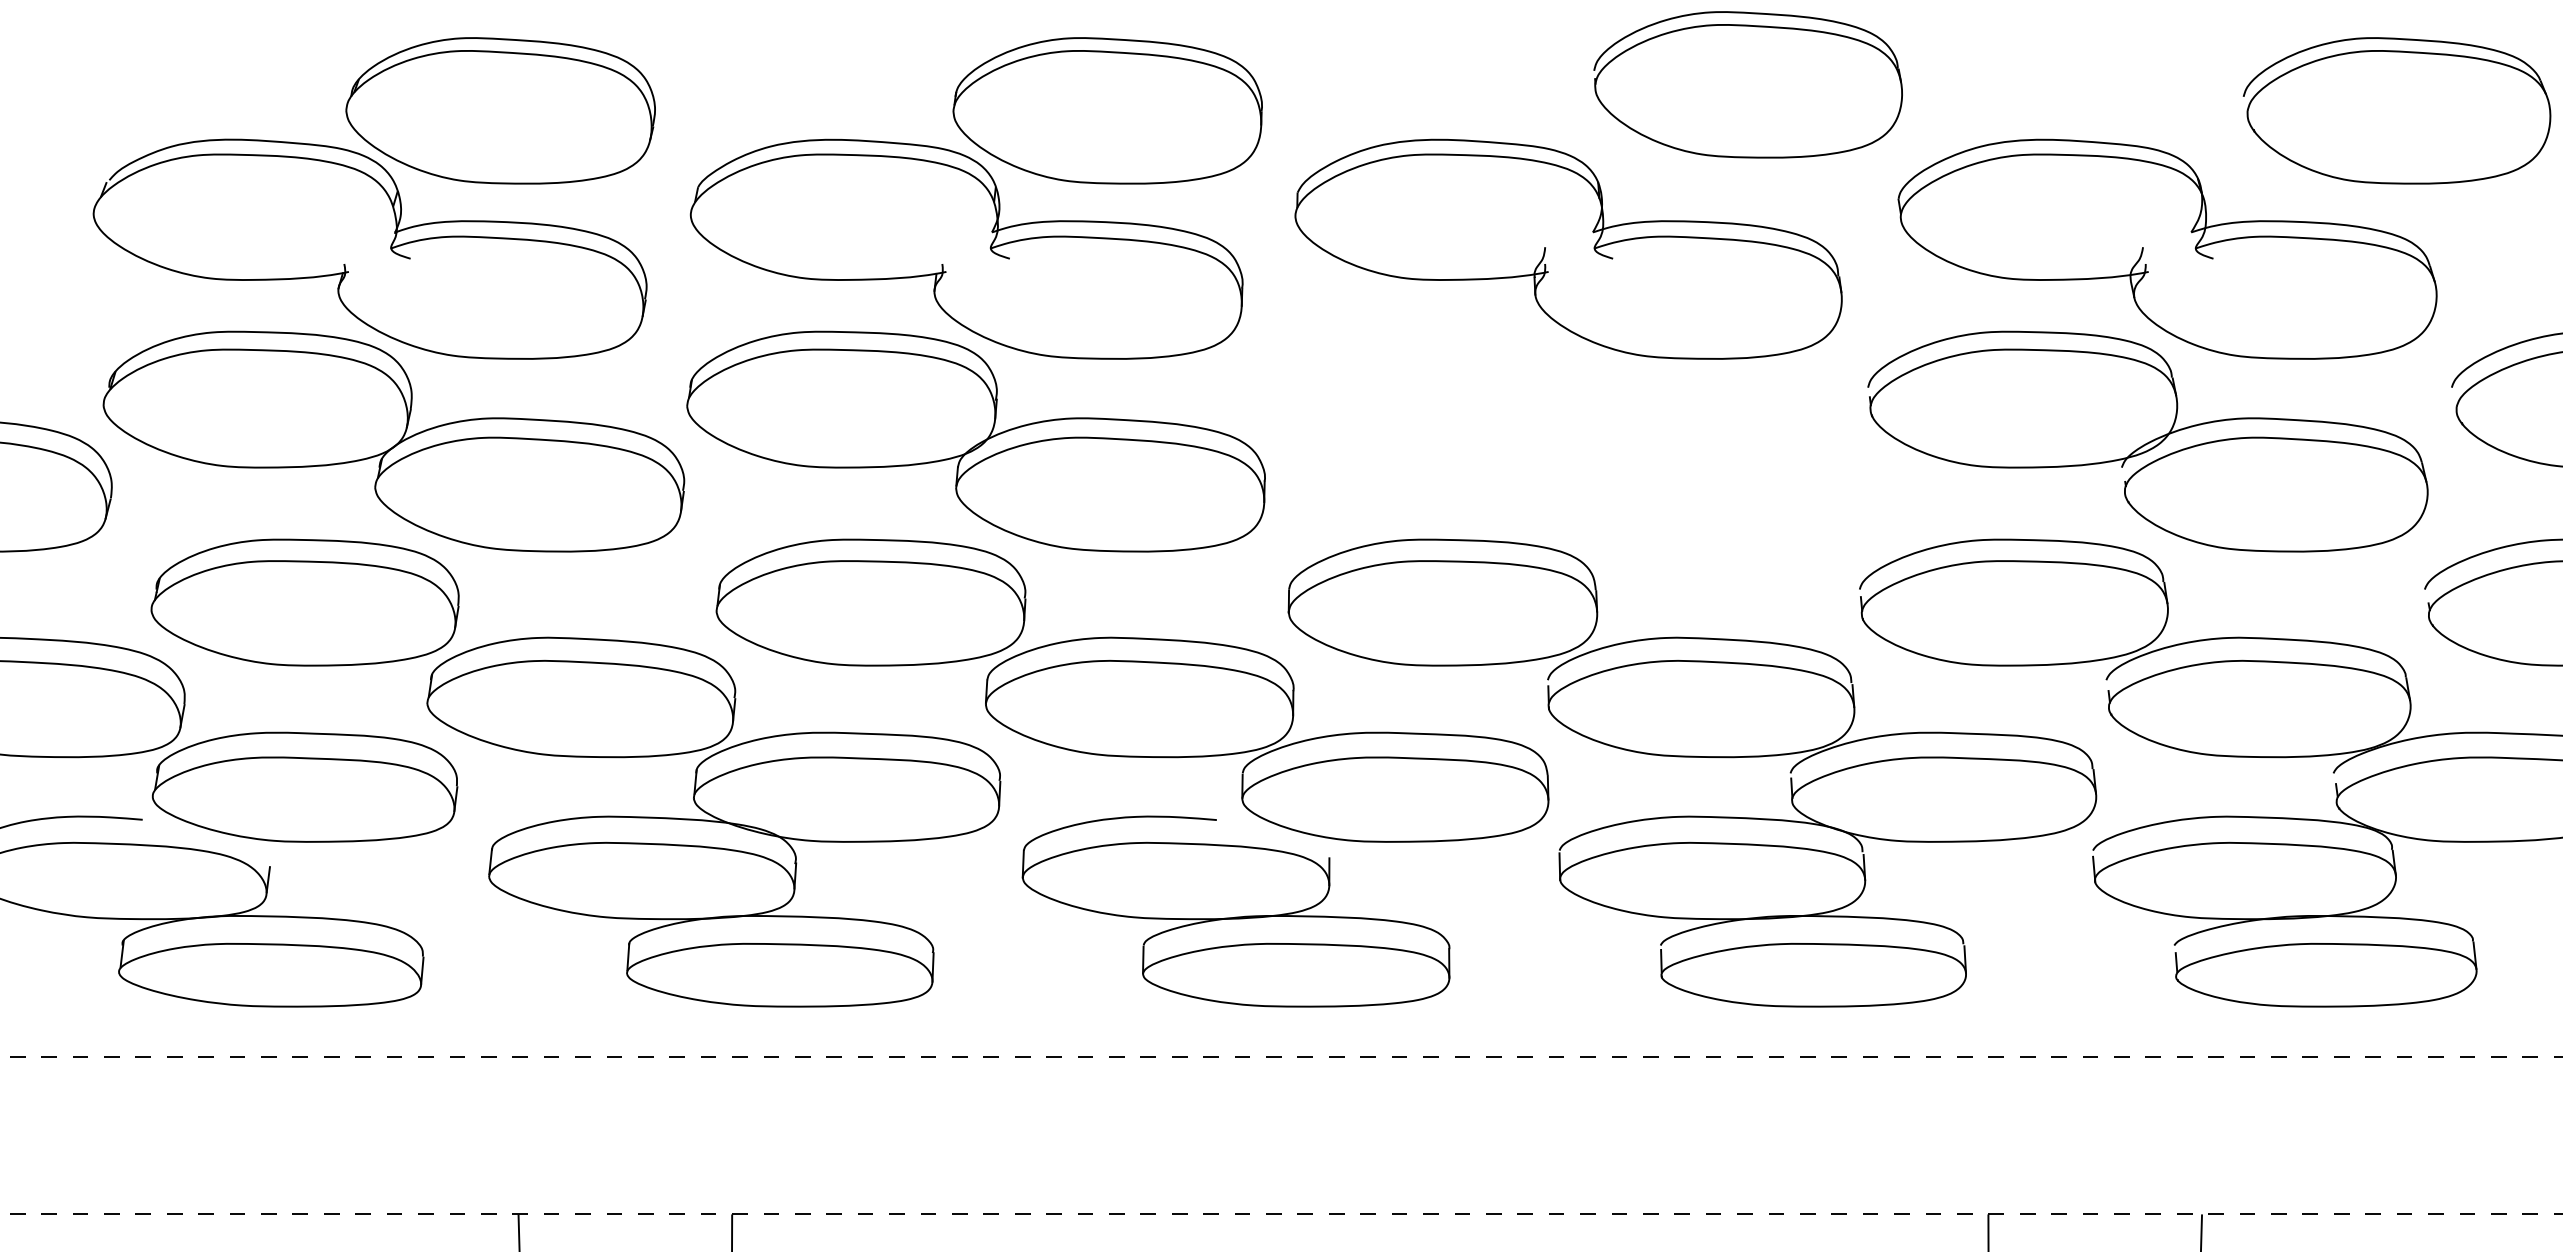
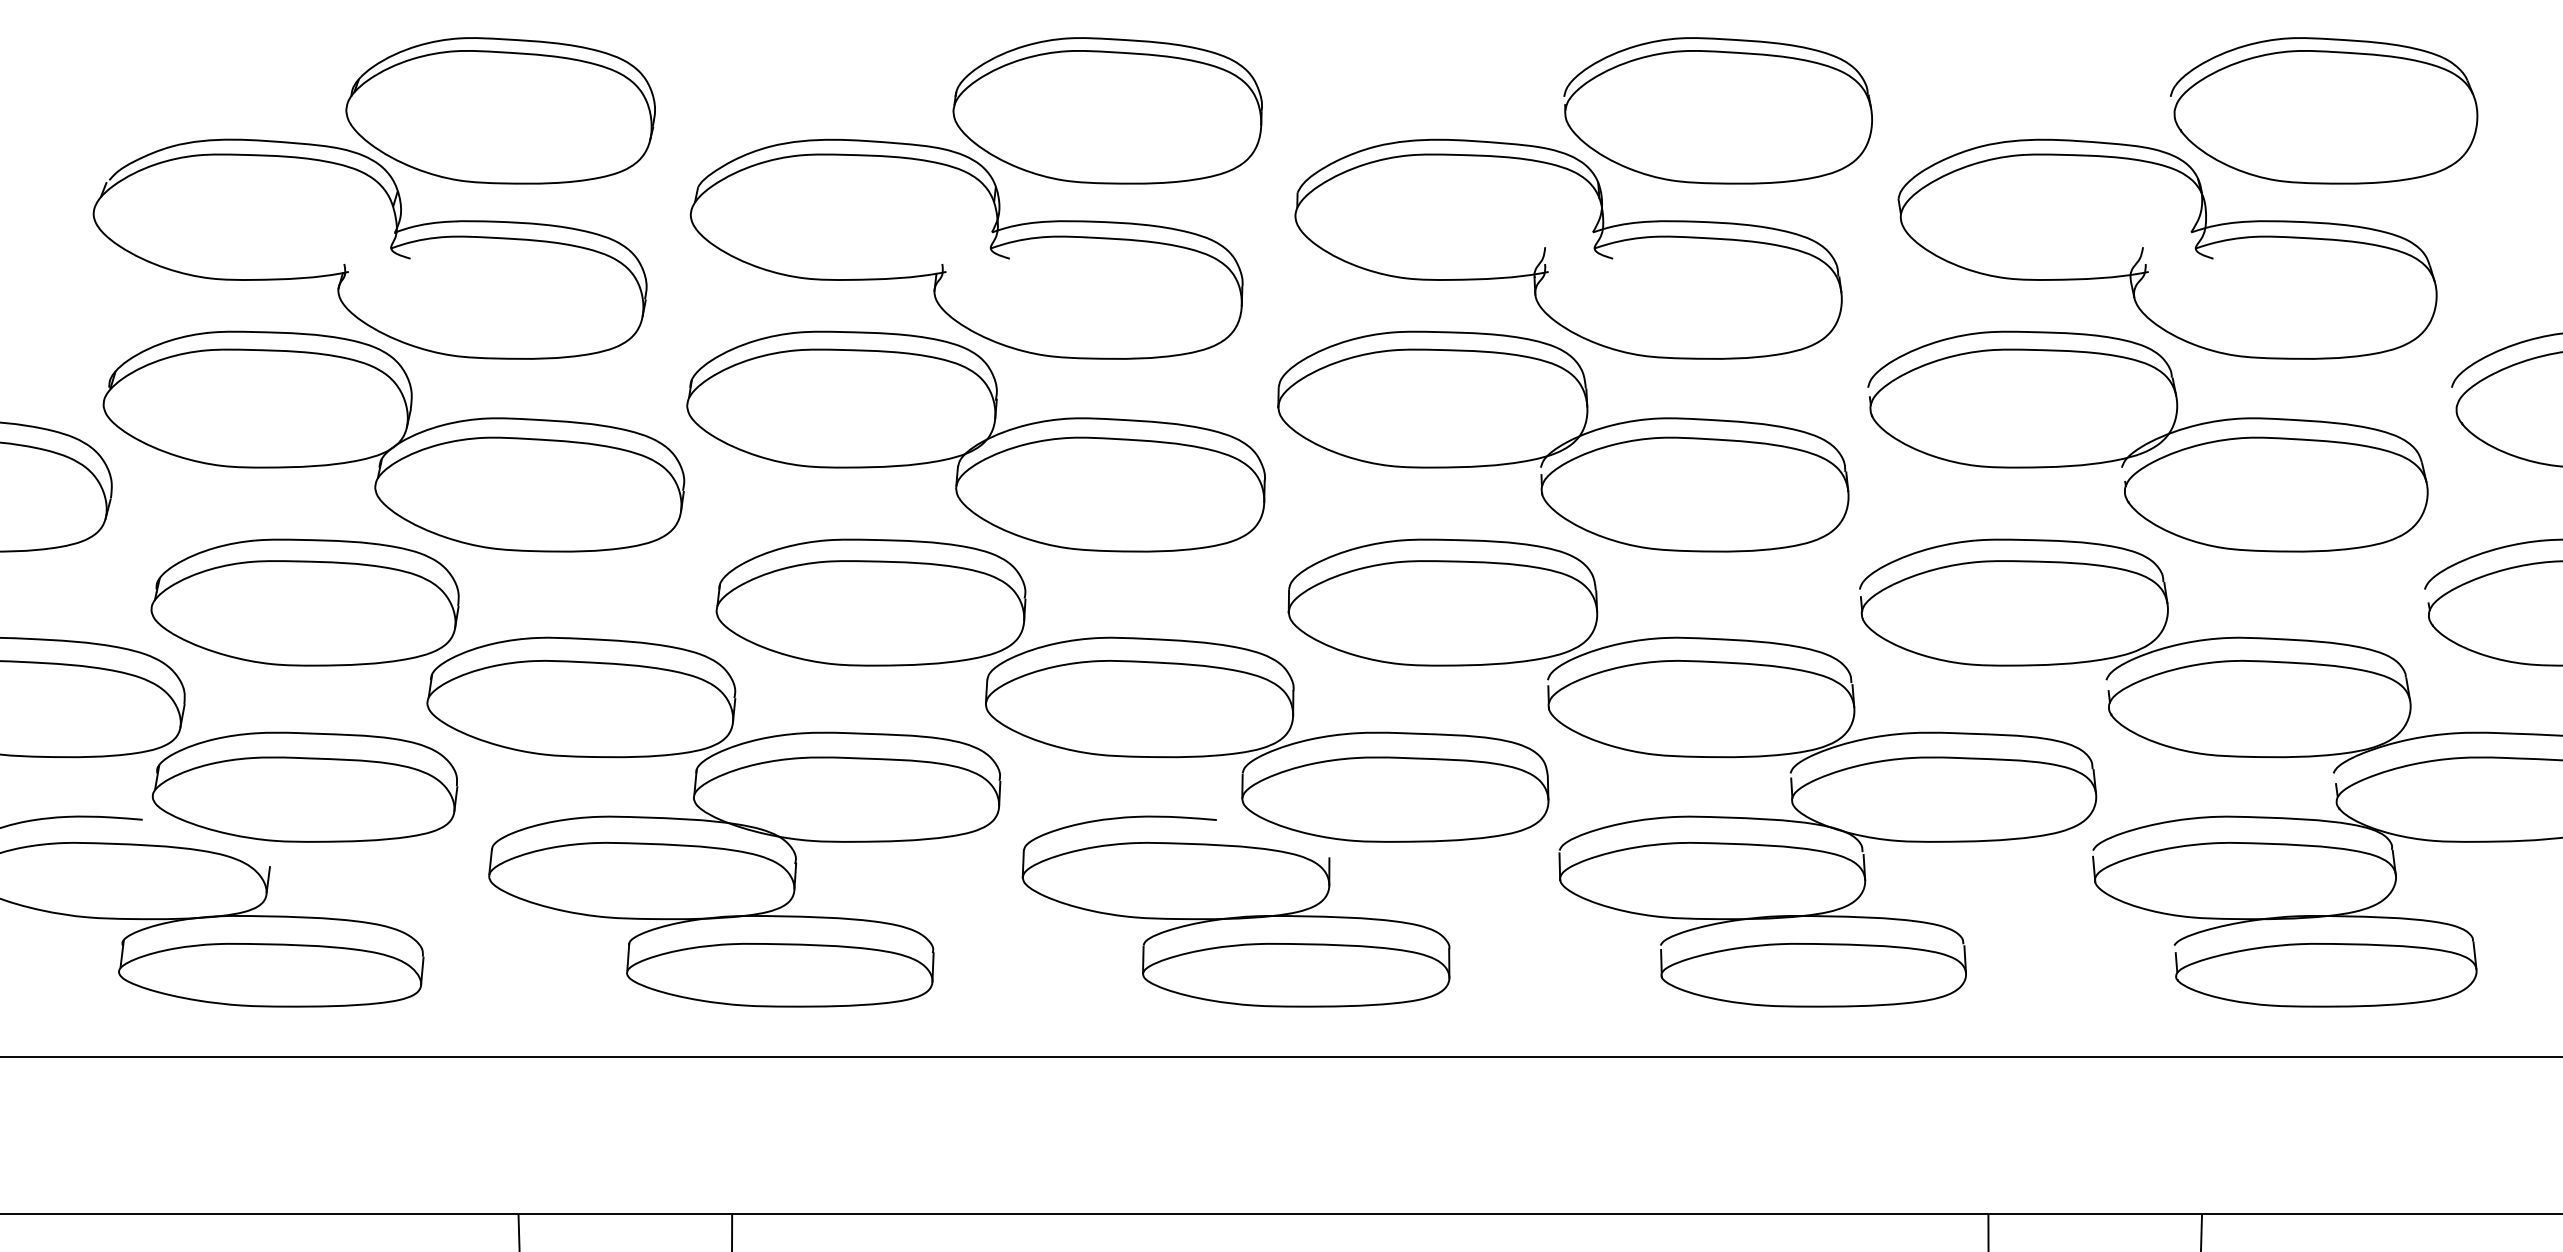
part at (1747, 84) position: (1747, 84) -> (1717, 110)
part at (2396, 110) position: (2396, 110) -> (2323, 110)
part at (1563, 441): none -> present
line at (1282, 1057): dashed -> solid
line at (1282, 1214): dashed -> solid
